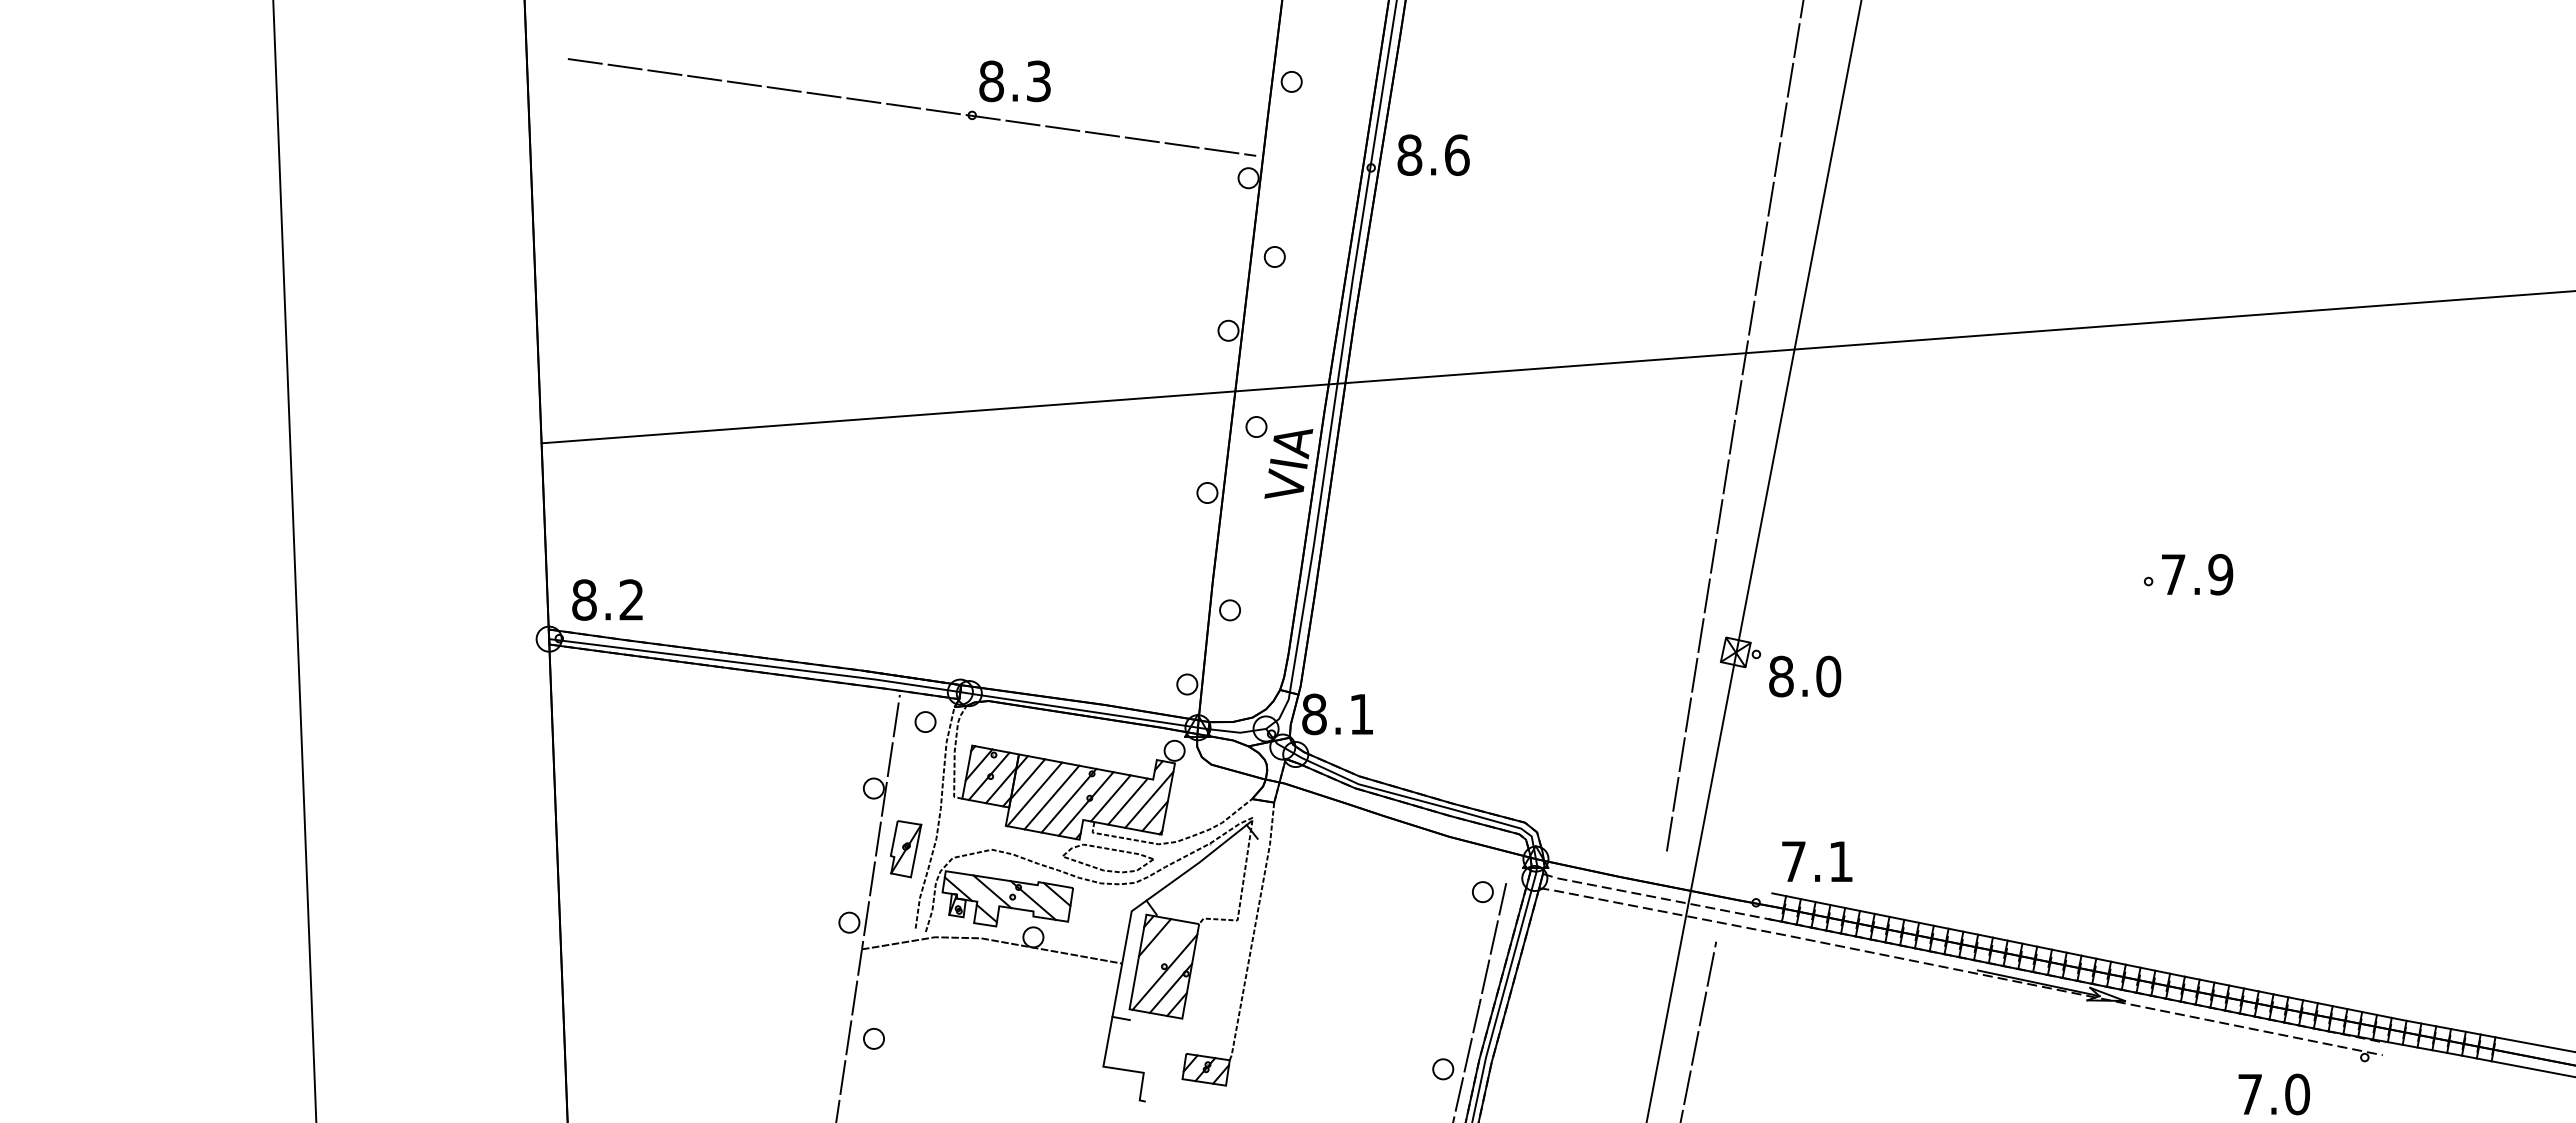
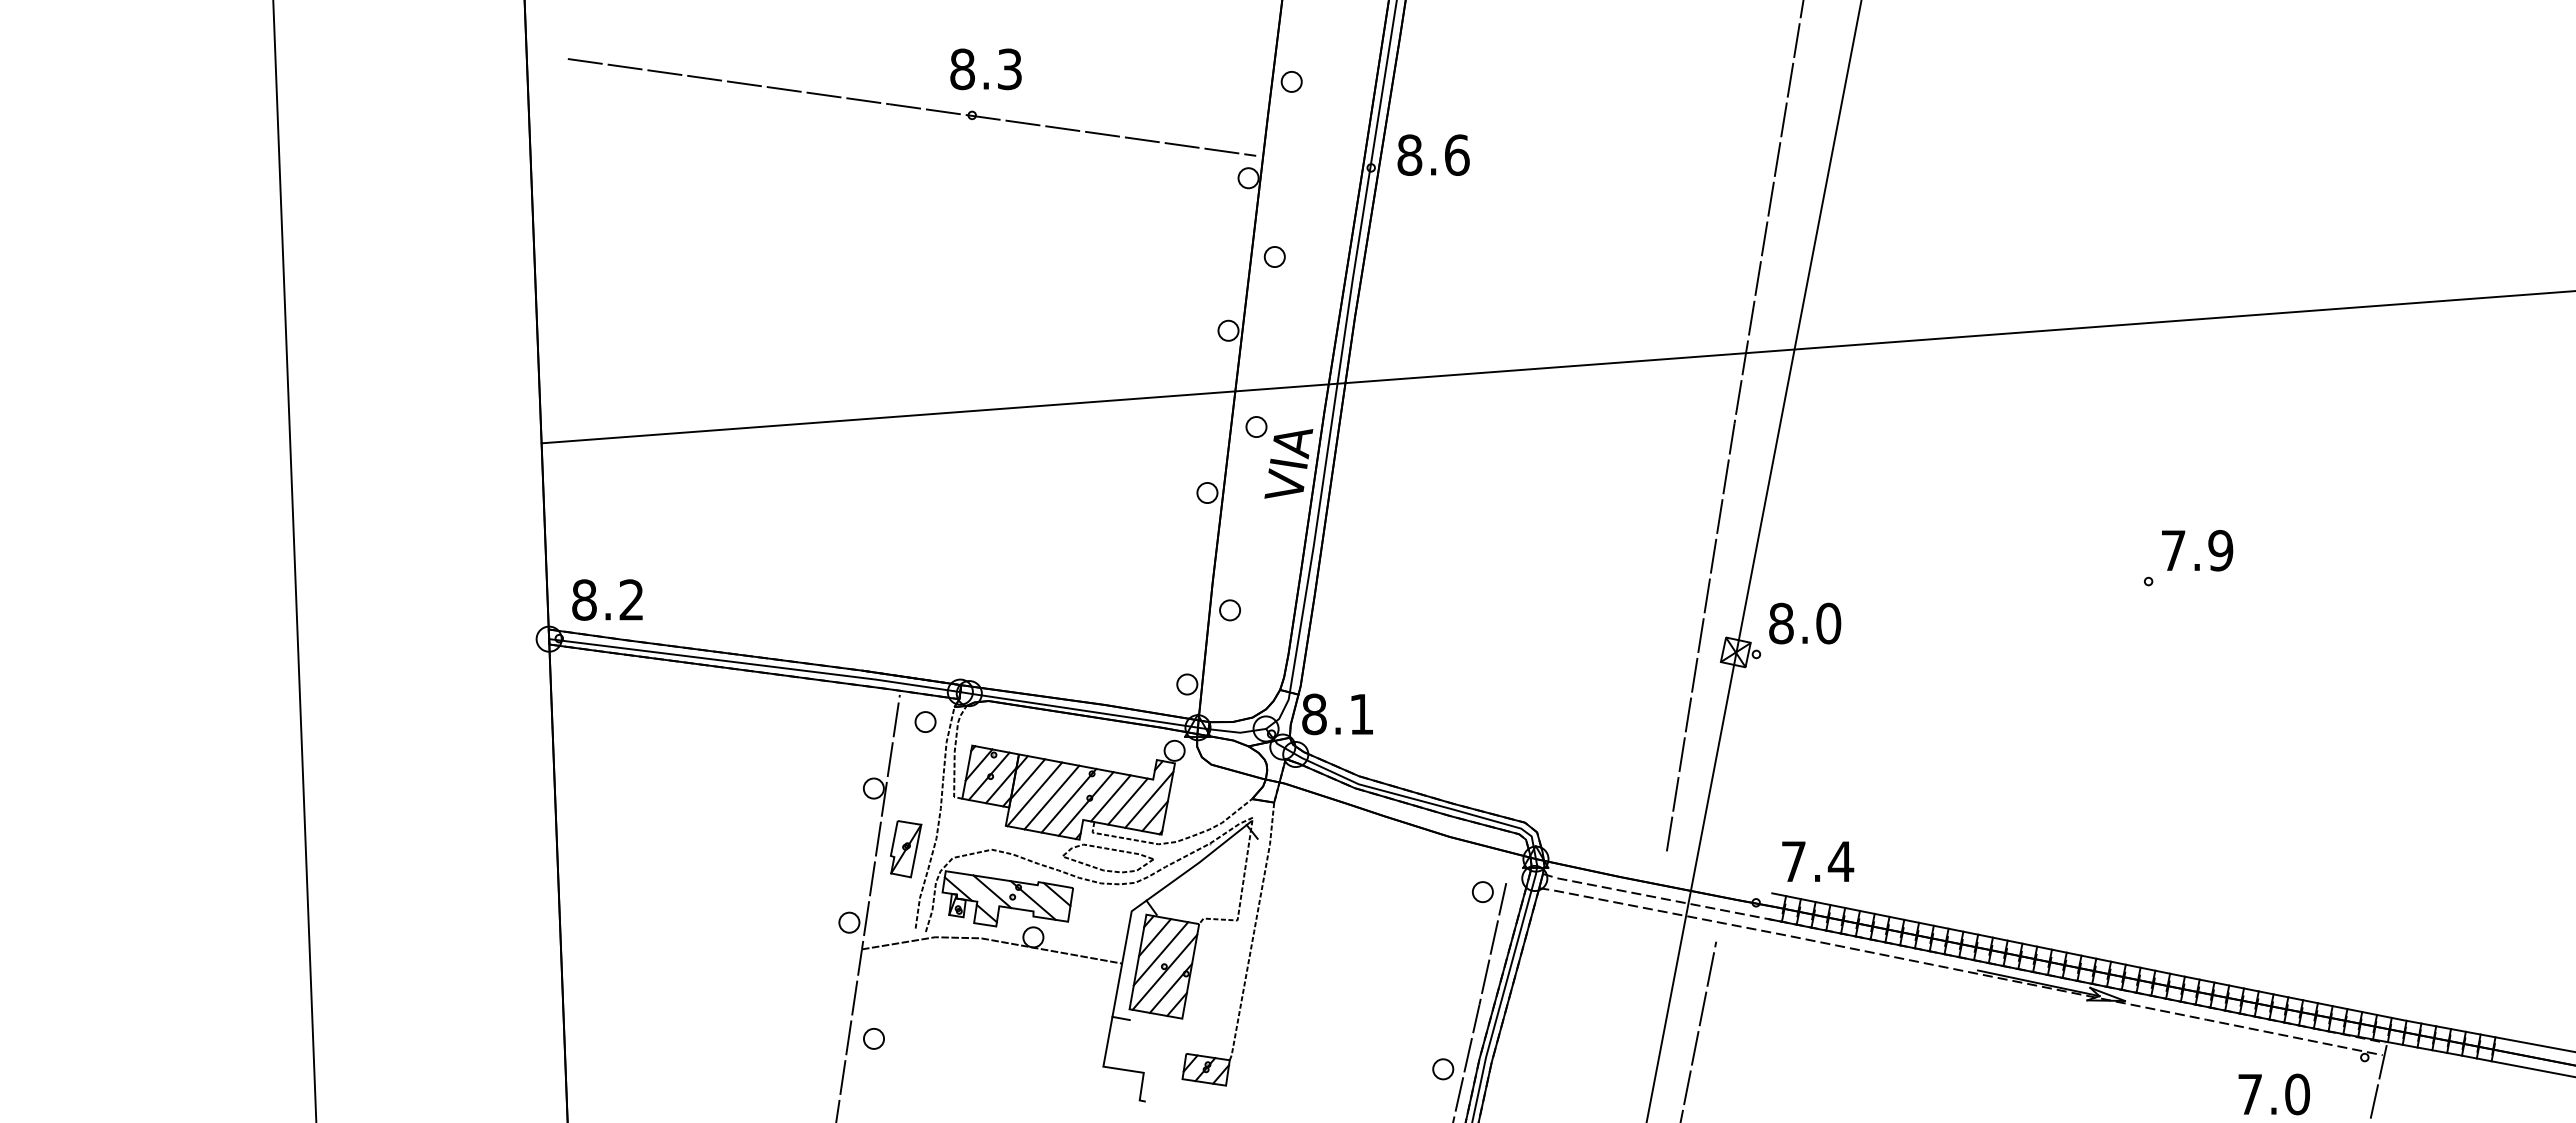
text at (1014, 81) position: (1014, 81) -> (985, 69)
text at (2197, 574) position: (2197, 574) -> (2197, 550)
text at (1805, 676) position: (1805, 676) -> (1805, 623)
text at (1840, 861): 7.1 -> 7.4
line at (1160, 953): none -> present
line at (2378, 1081): none -> present
